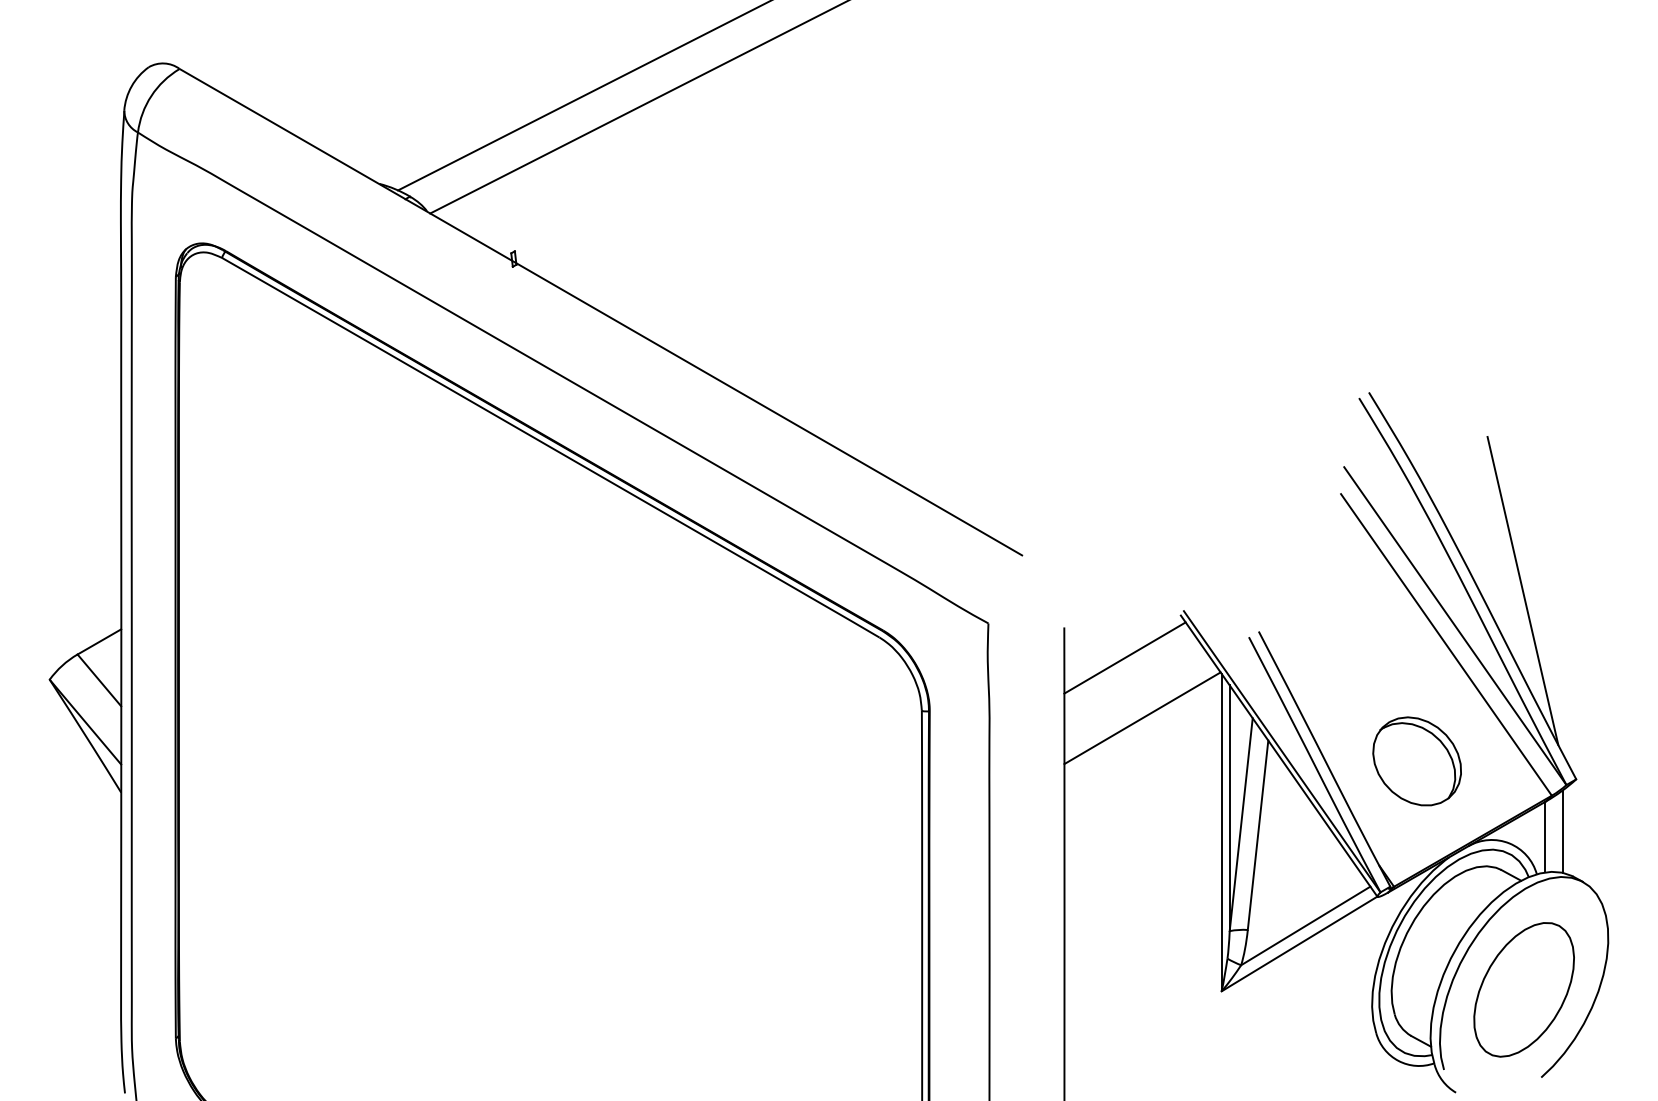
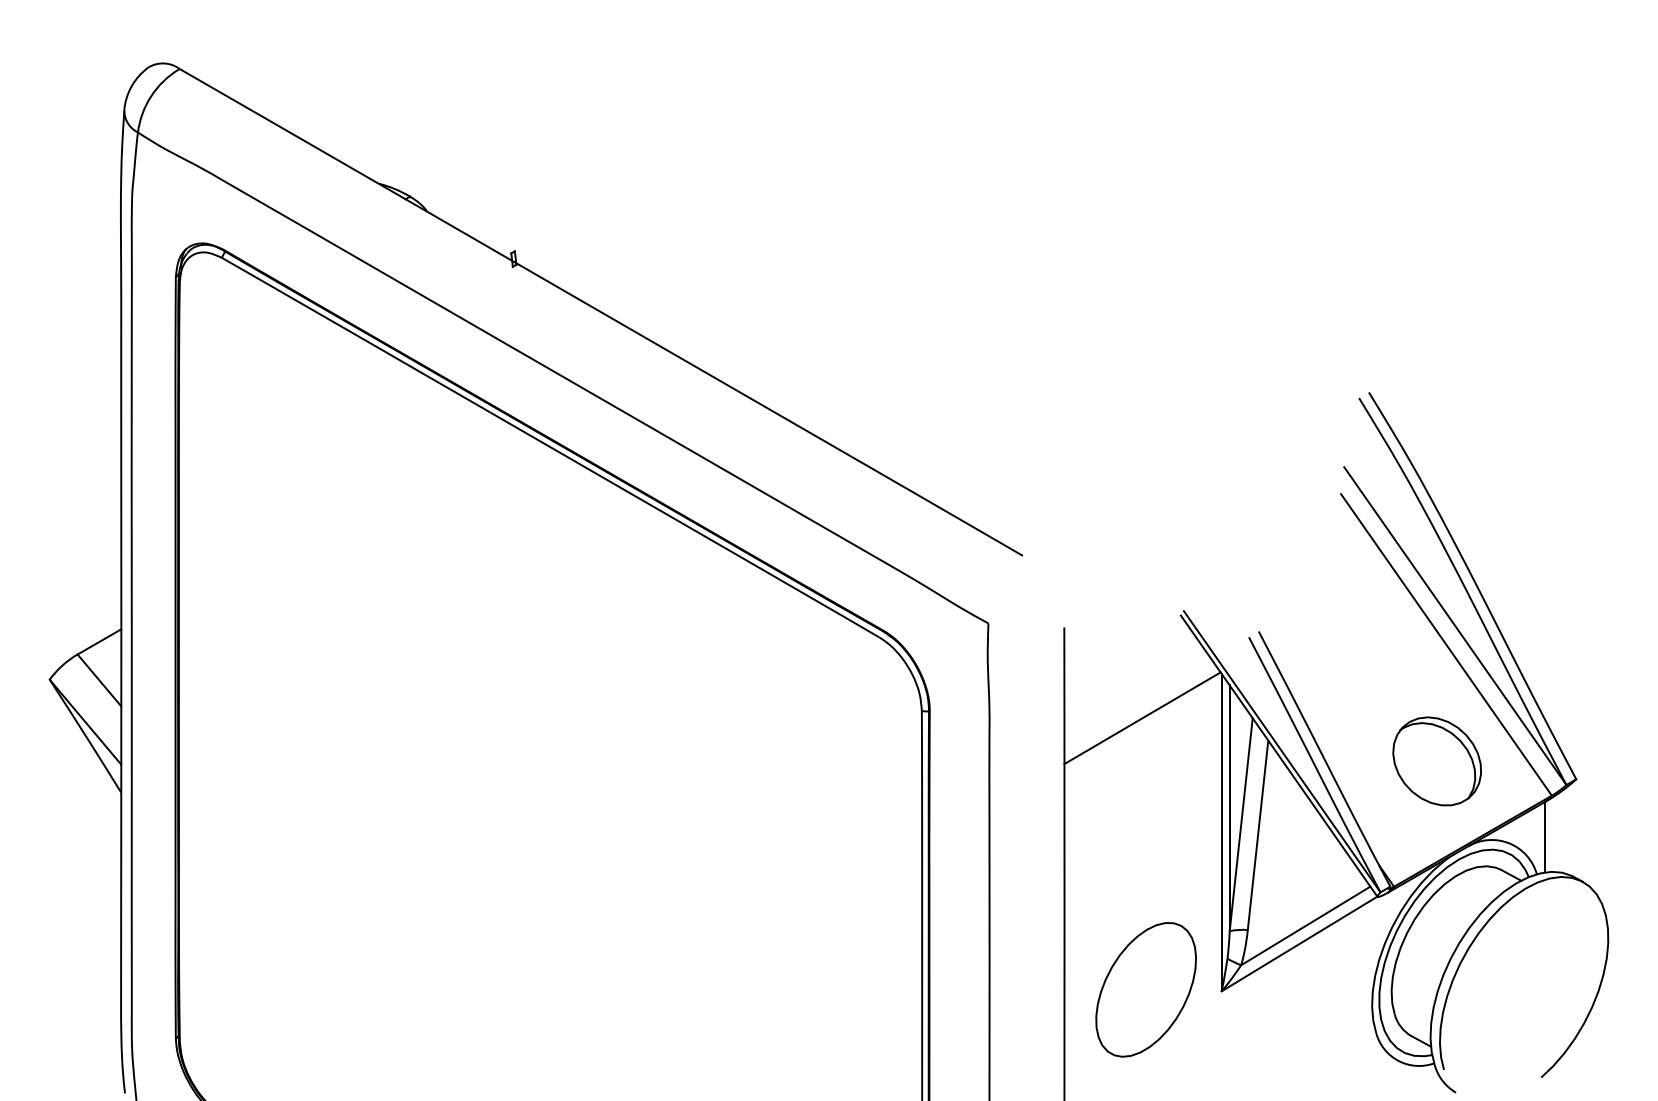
line at (583, 96): present -> none
line at (637, 107): present -> none
line at (1522, 590): present -> none
line at (1124, 657): present -> none
part at (1416, 761) position: (1416, 761) -> (1436, 761)
line at (1562, 831): present -> none
part at (1523, 989) position: (1523, 989) -> (1145, 989)
